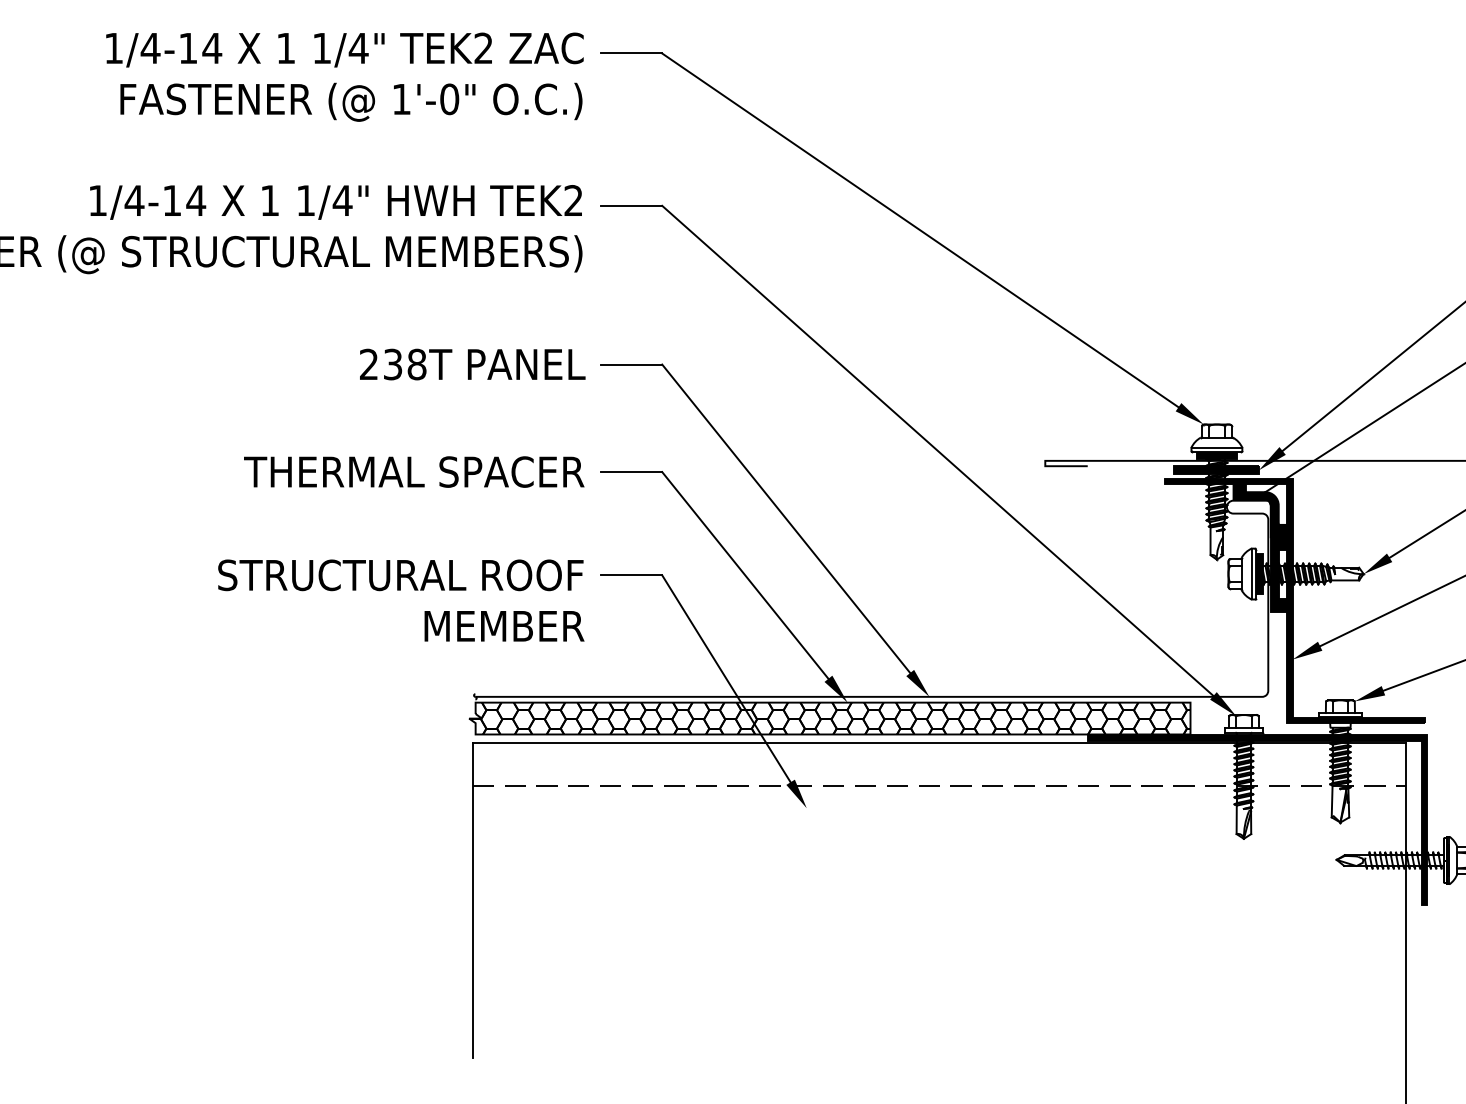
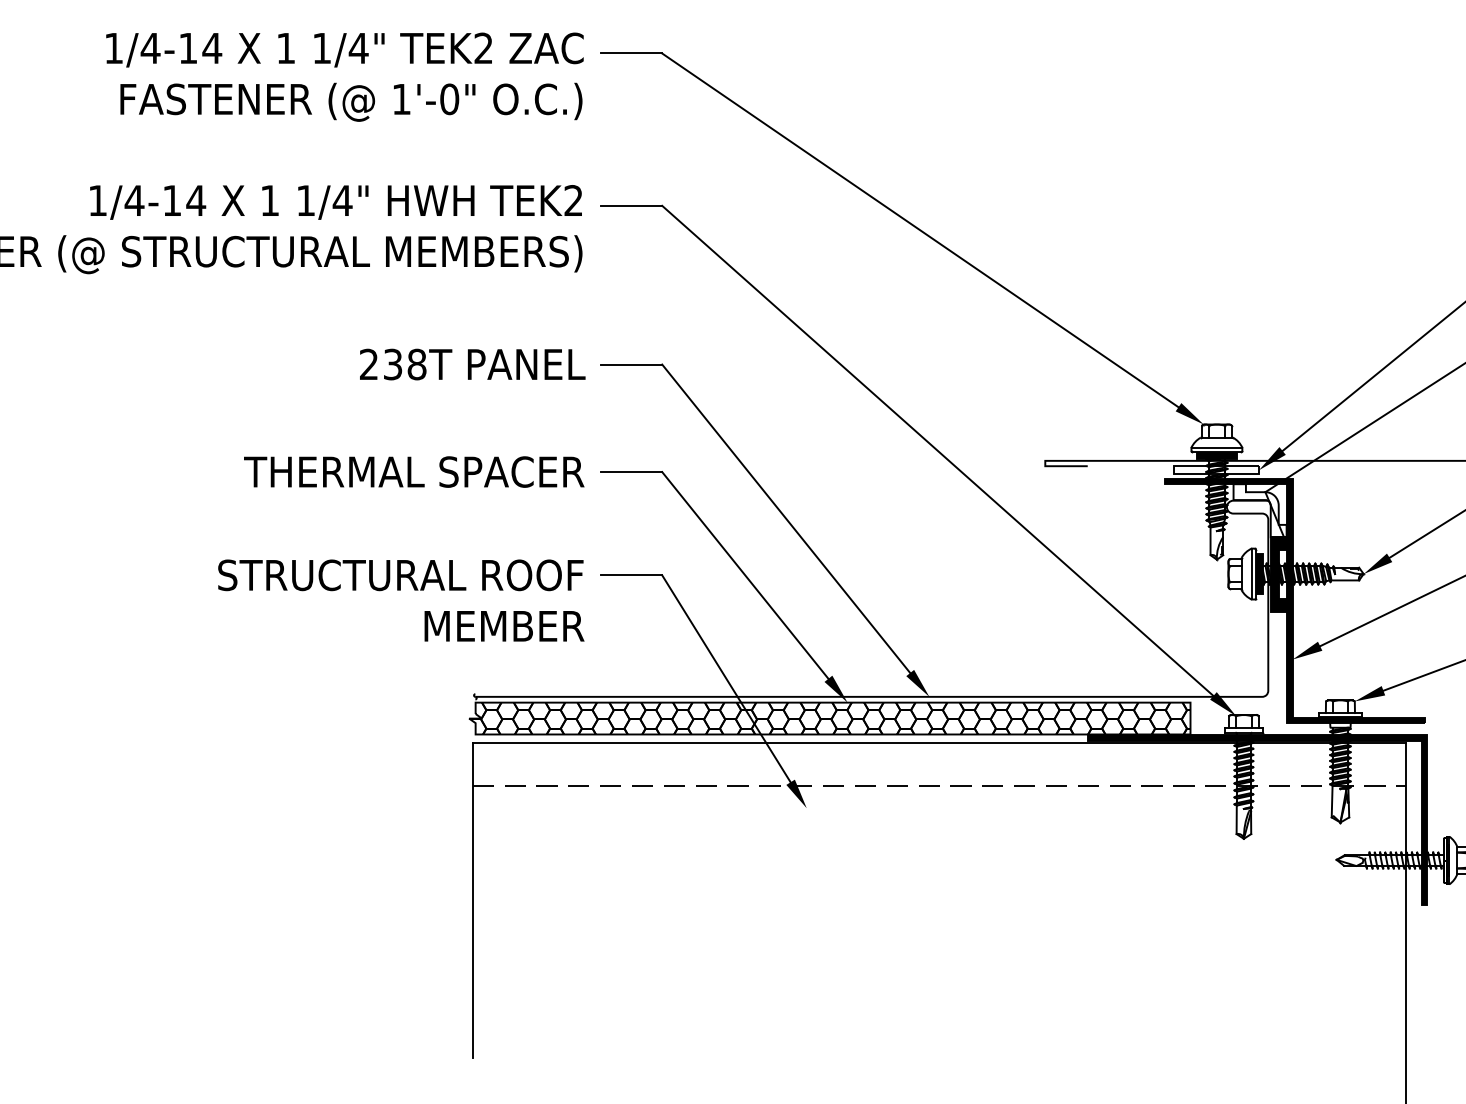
fill at (1216, 470): present -> none
fill at (1259, 510): present -> none
